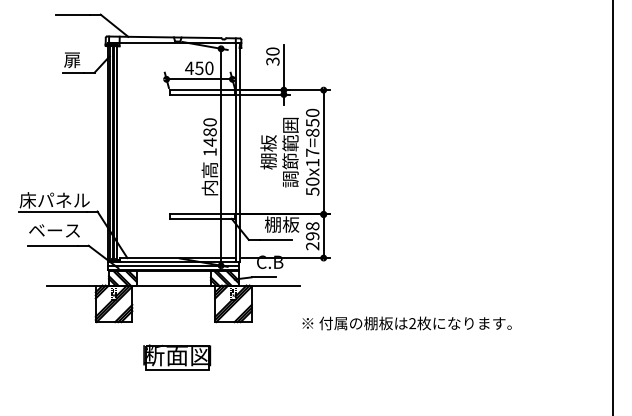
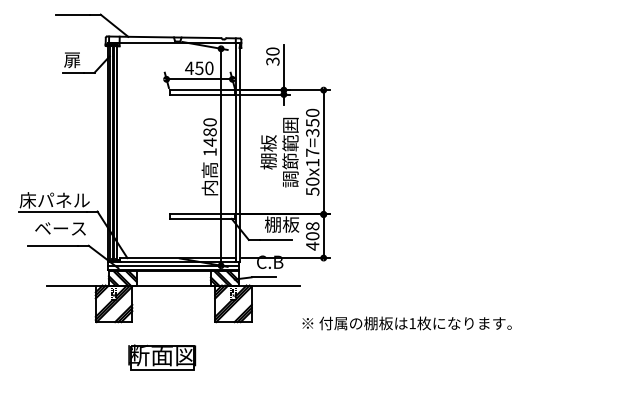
text at (312, 132): 50x17=850 -> 50x17=350
line at (613, 207): present -> none
text at (54, 230) position: (54, 230) -> (60, 228)
text at (312, 241): 298 -> 408
text at (412, 323): 2 -> 1
part at (177, 357) position: (177, 357) -> (162, 357)
